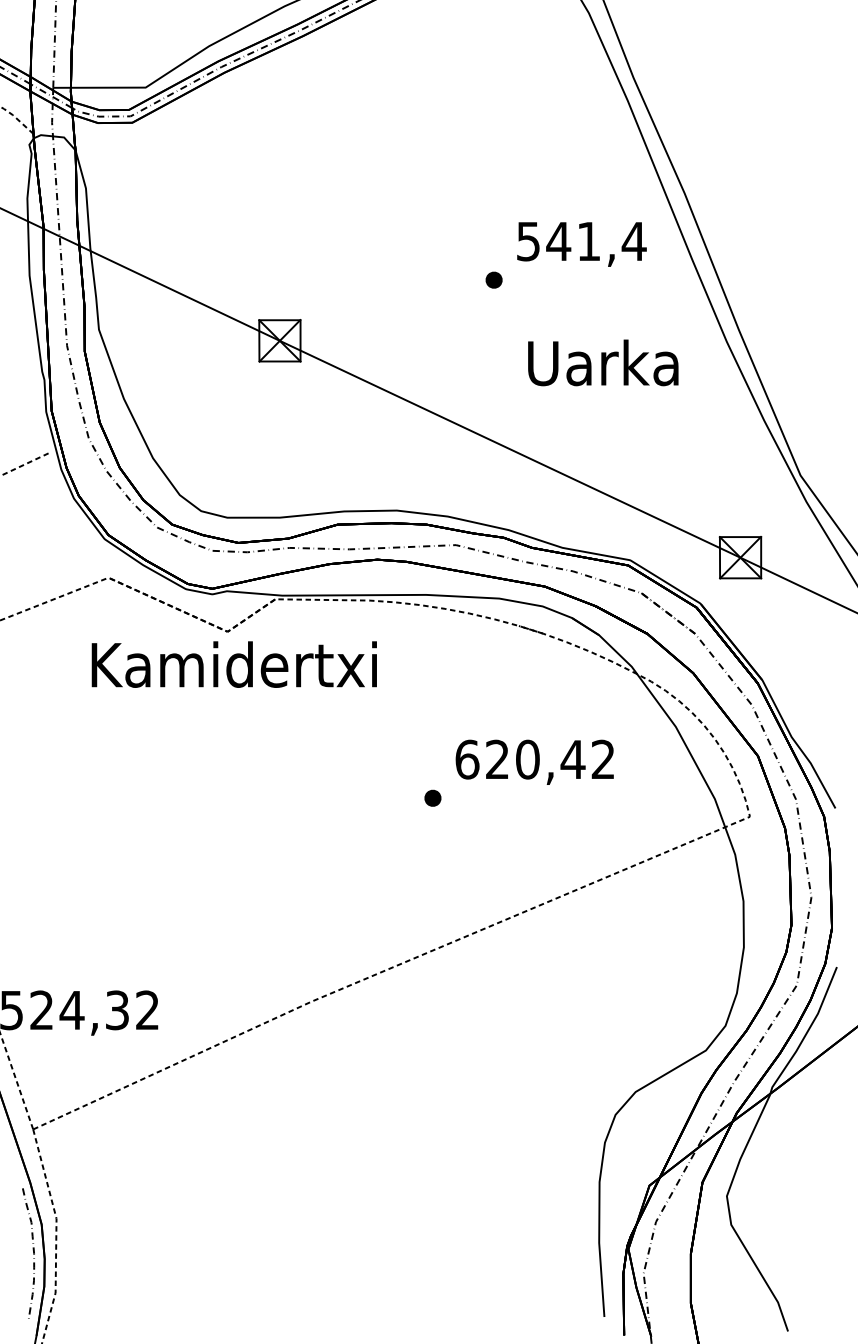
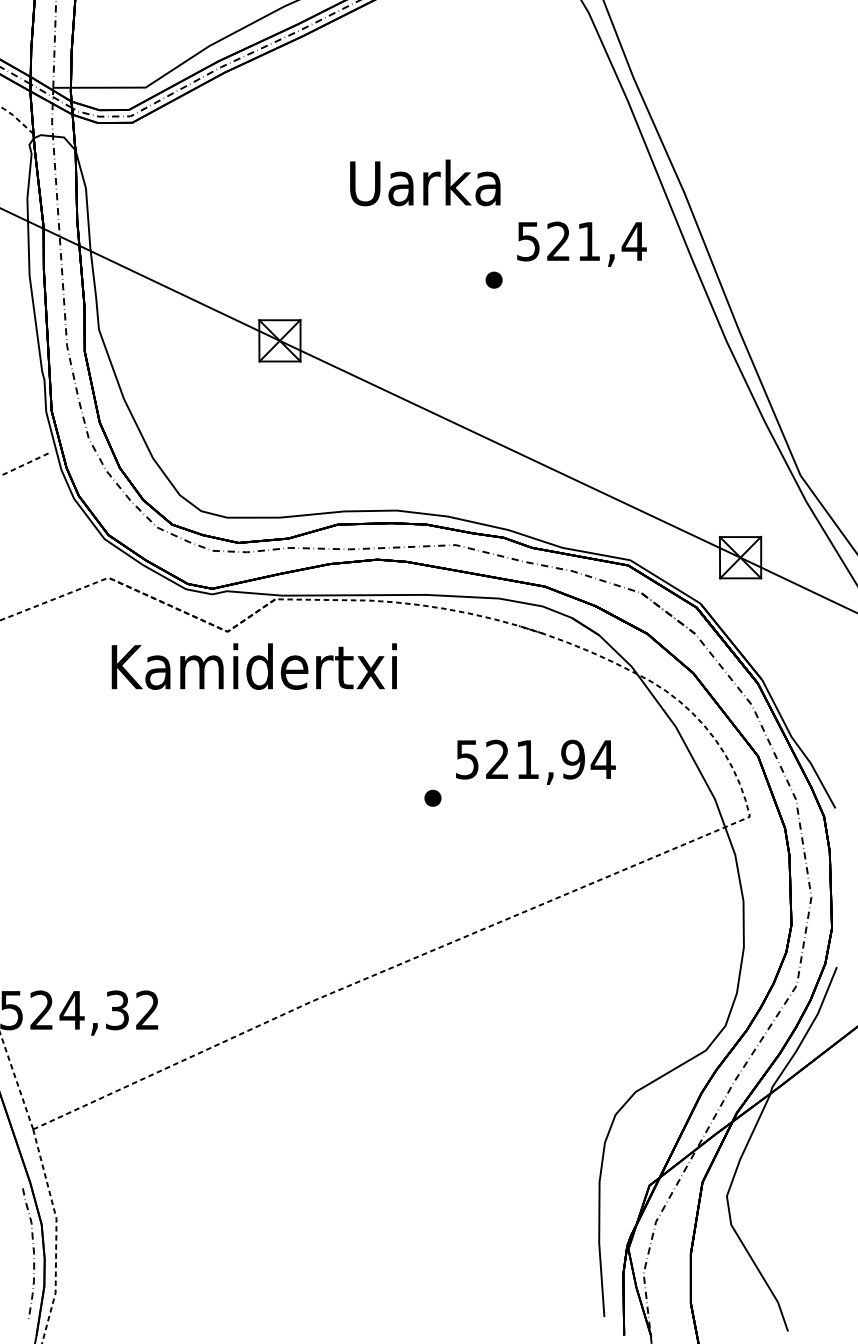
text at (558, 240): 541,4 -> 521,4
text at (603, 362) position: (603, 362) -> (425, 182)
text at (233, 664) position: (233, 664) -> (253, 666)
text at (535, 759): 620,42 -> 521,94
